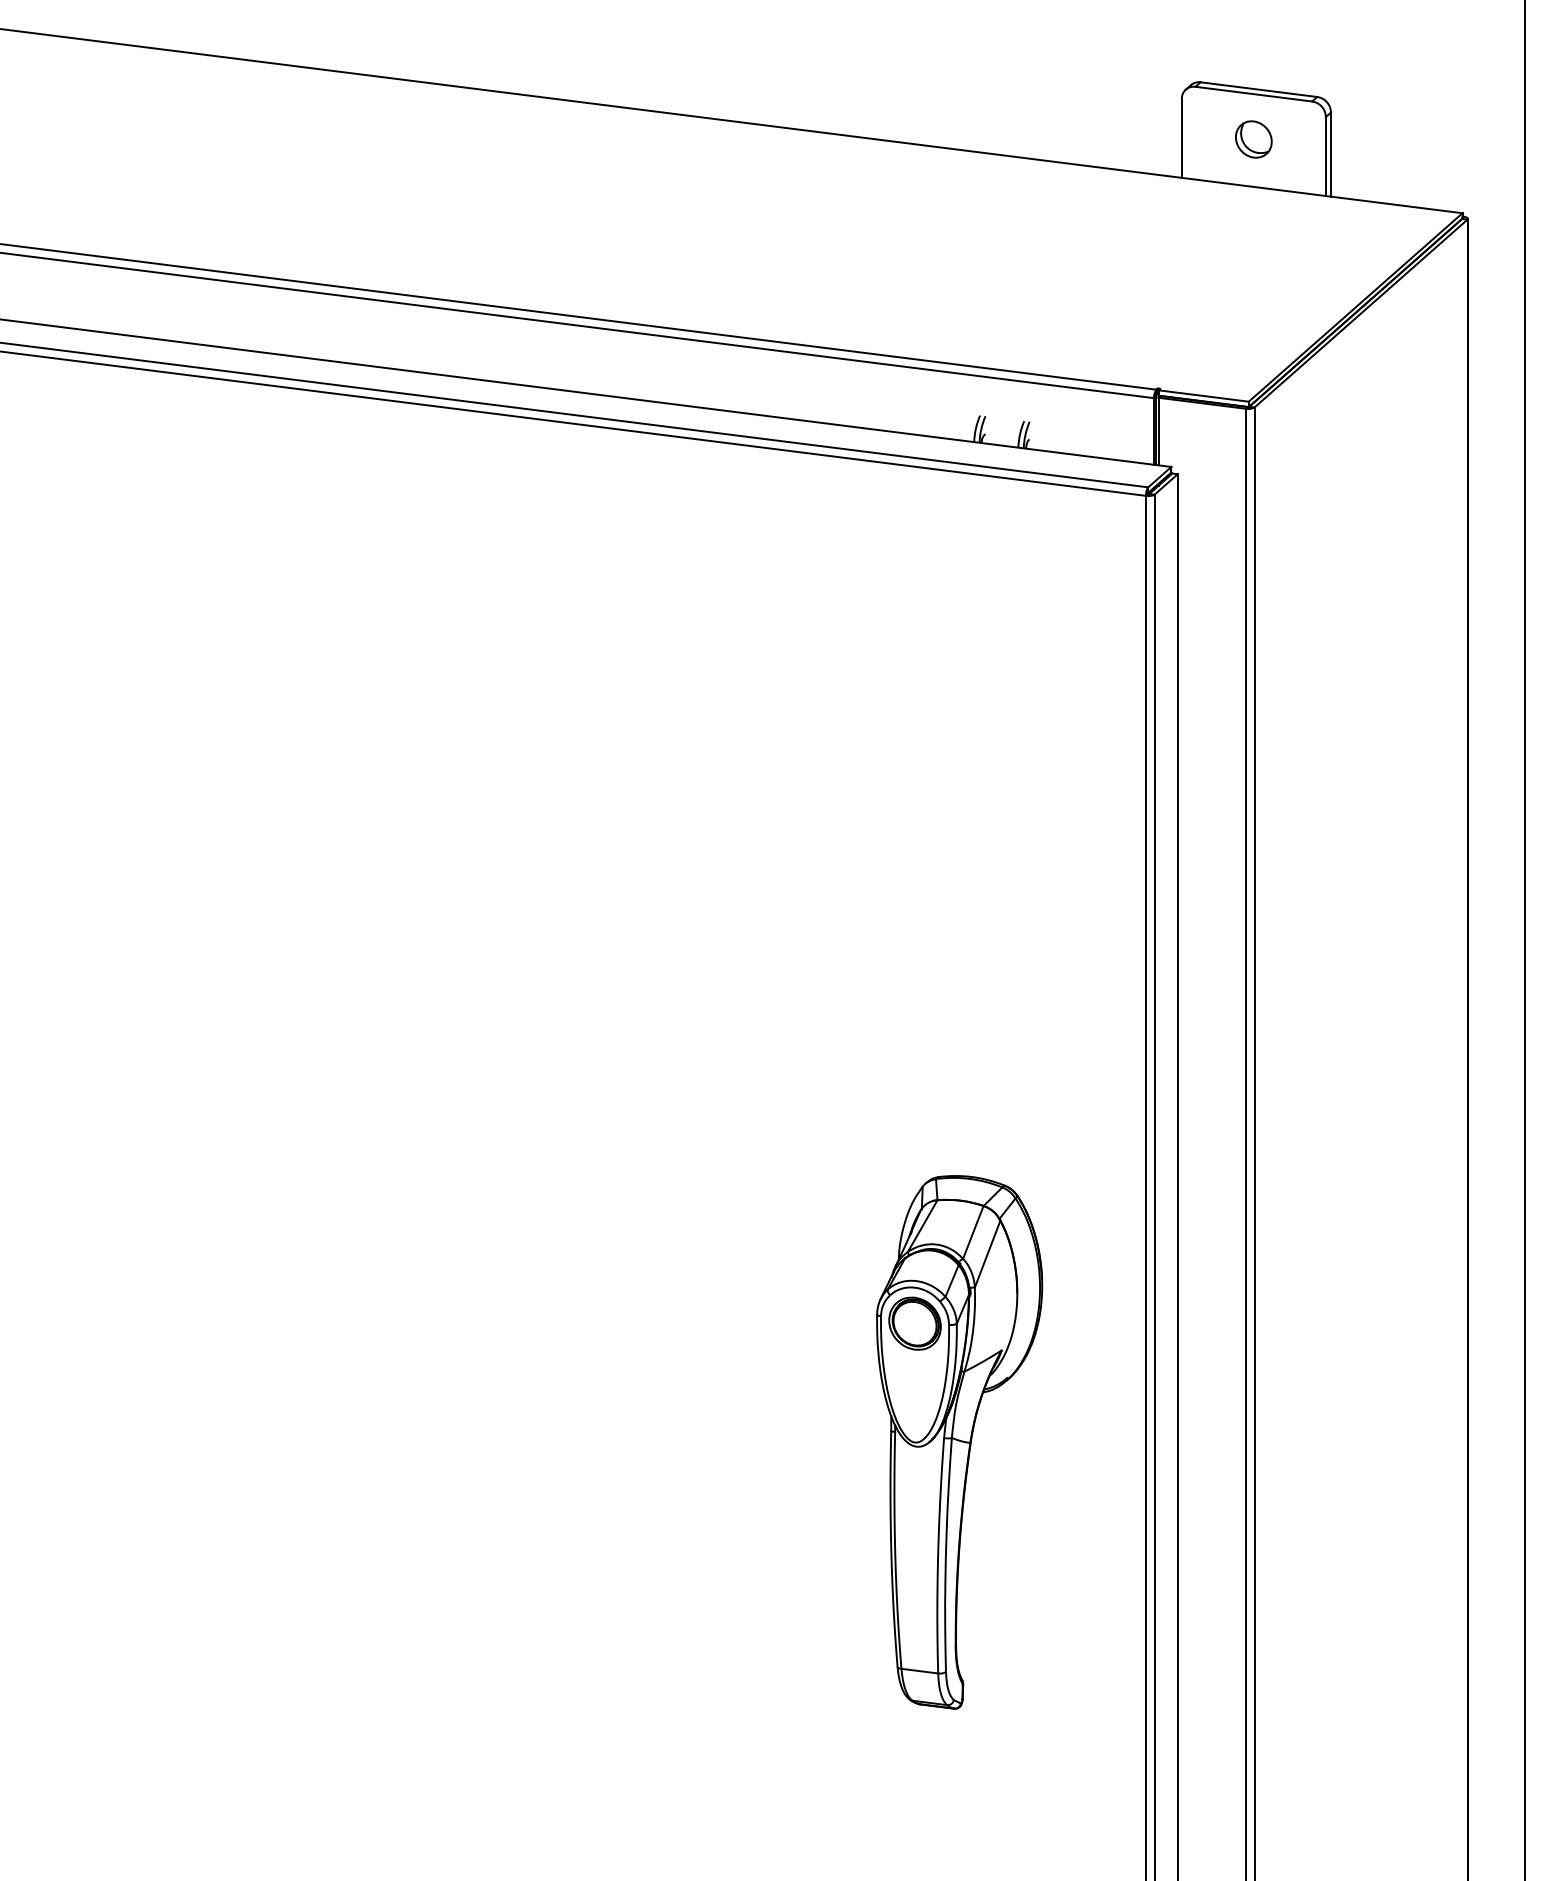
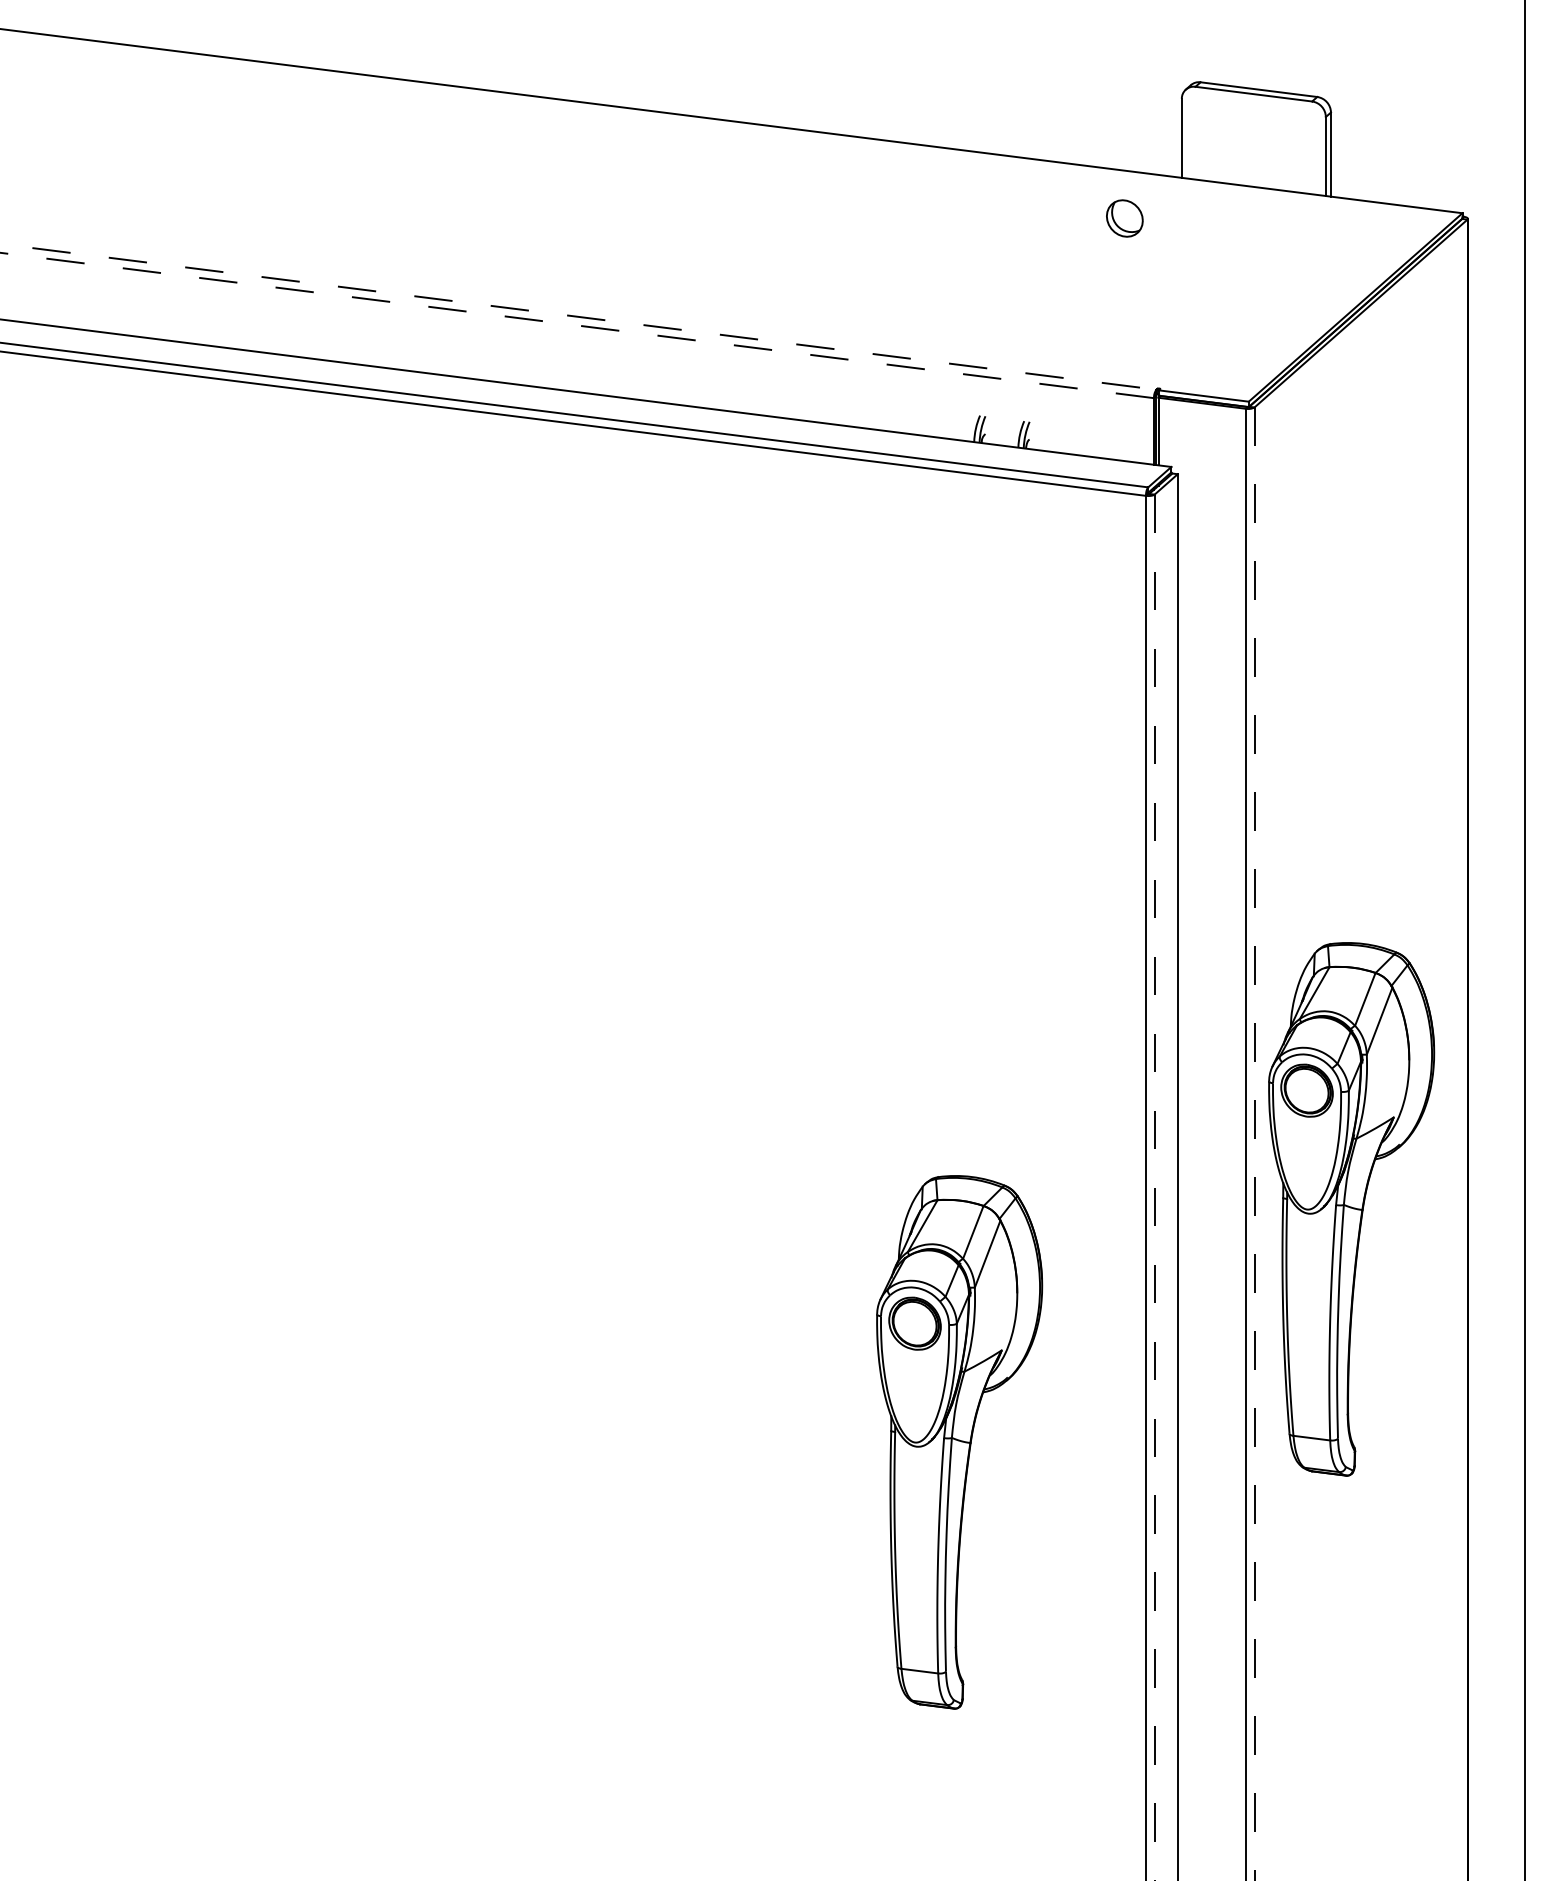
part at (1253, 139) position: (1253, 139) -> (1124, 218)
line at (579, 316): solid -> dashed
line at (576, 325): solid -> dashed
line at (1254, 1144): solid -> dashed
line at (1154, 1187): solid -> dashed
part at (1351, 1209): none -> present
